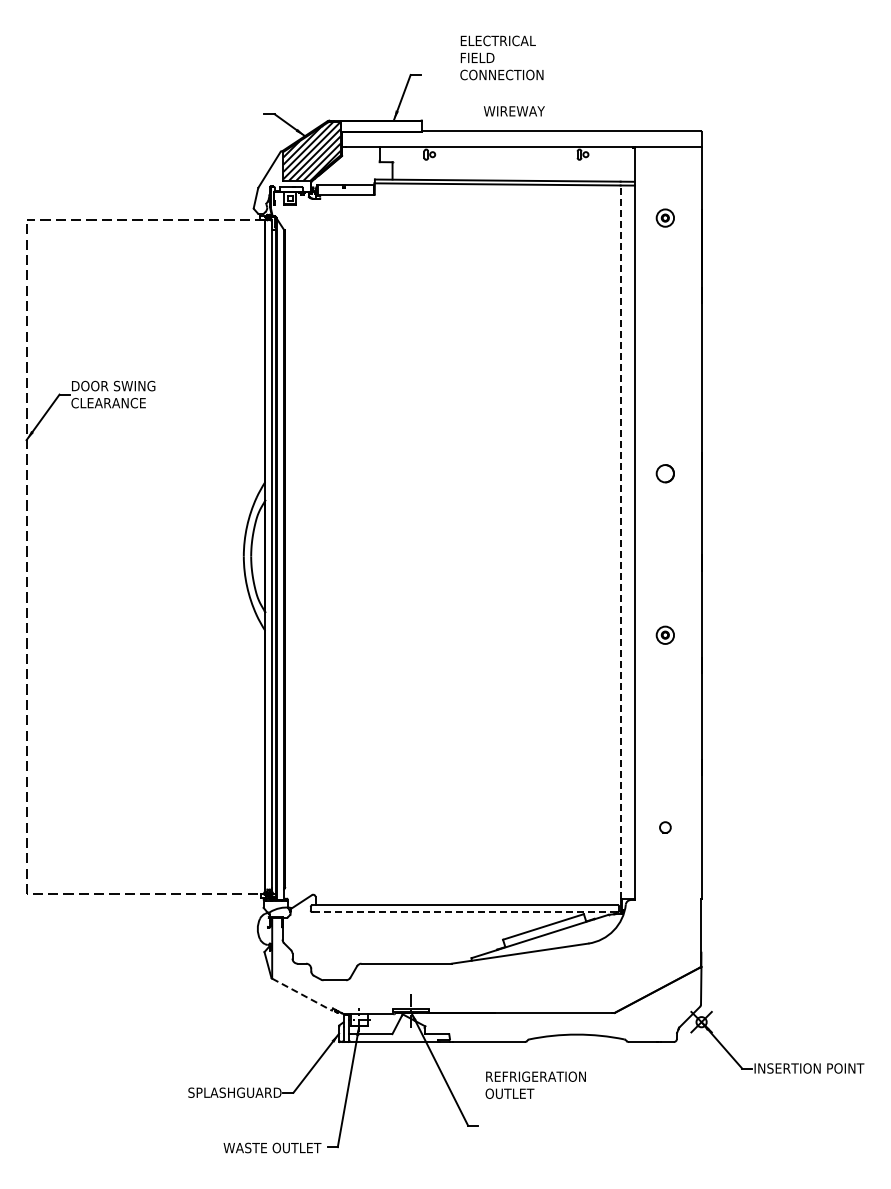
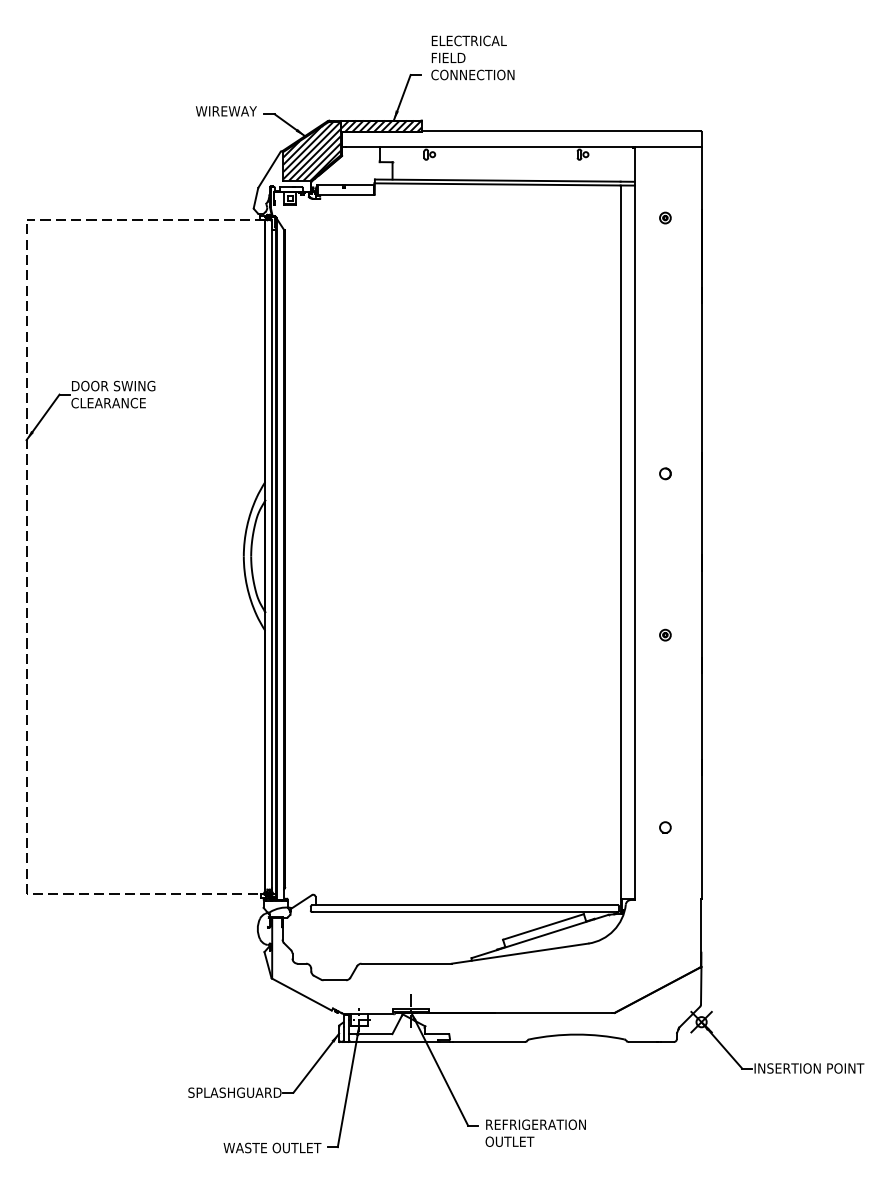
text at (501, 57) position: (501, 57) -> (472, 57)
text at (514, 111) position: (514, 111) -> (226, 111)
hatch at (380, 125): none -> present
part at (664, 217) size: 20x20 px -> 13x14 px
part at (664, 473) size: 20x20 px -> 13x14 px
line at (621, 542): dashed -> solid
part at (664, 634) size: 20x20 px -> 13x14 px
line at (465, 912): dashed -> solid
line at (301, 994): dashed -> solid
text at (535, 1084) position: (535, 1084) -> (535, 1132)
